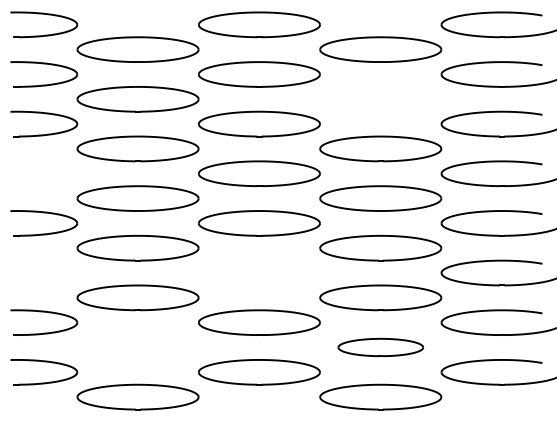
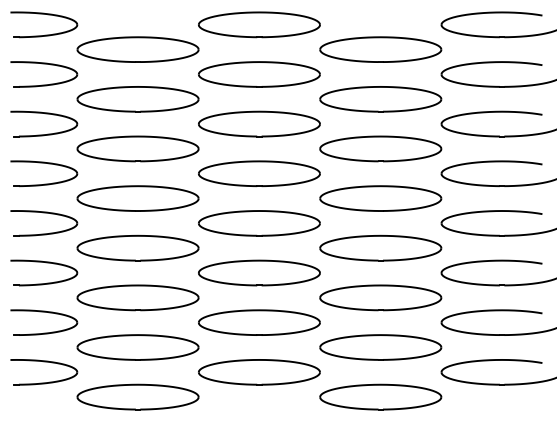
part at (380, 99): none -> present
part at (48, 164): none -> present
part at (46, 263): none -> present
part at (259, 272): none -> present
part at (137, 347): none -> present
part at (380, 347) size: 88x21 px -> 124x27 px
